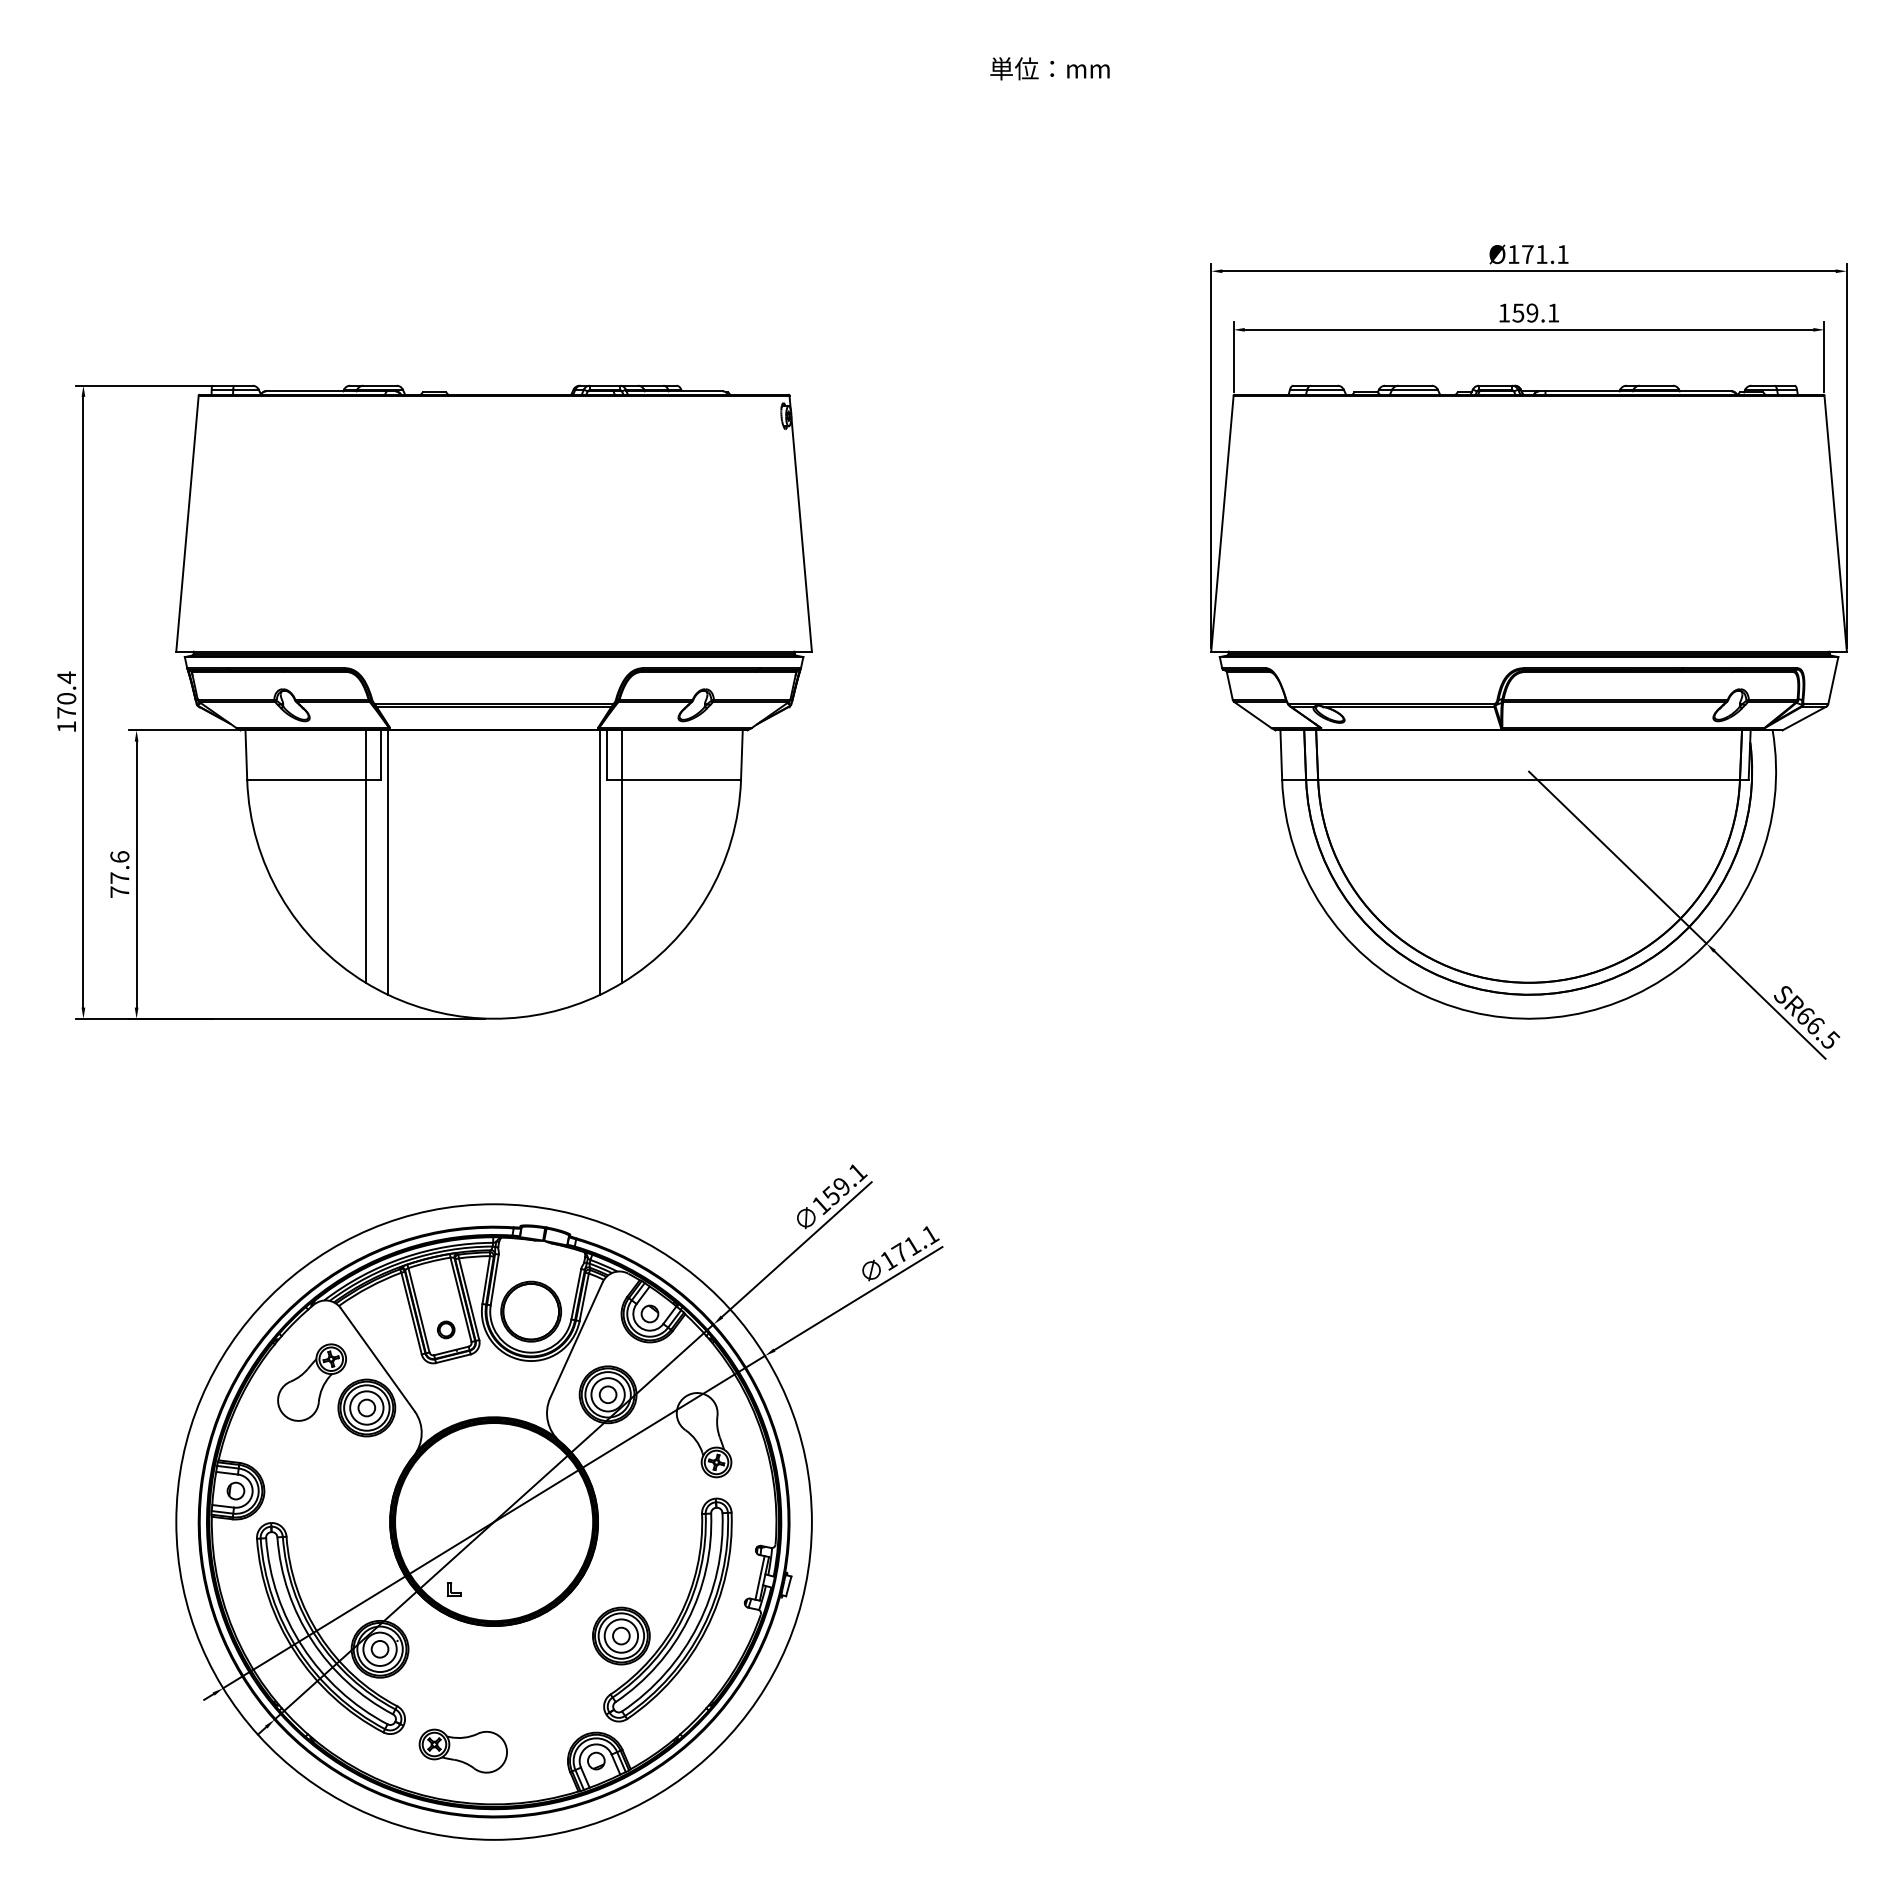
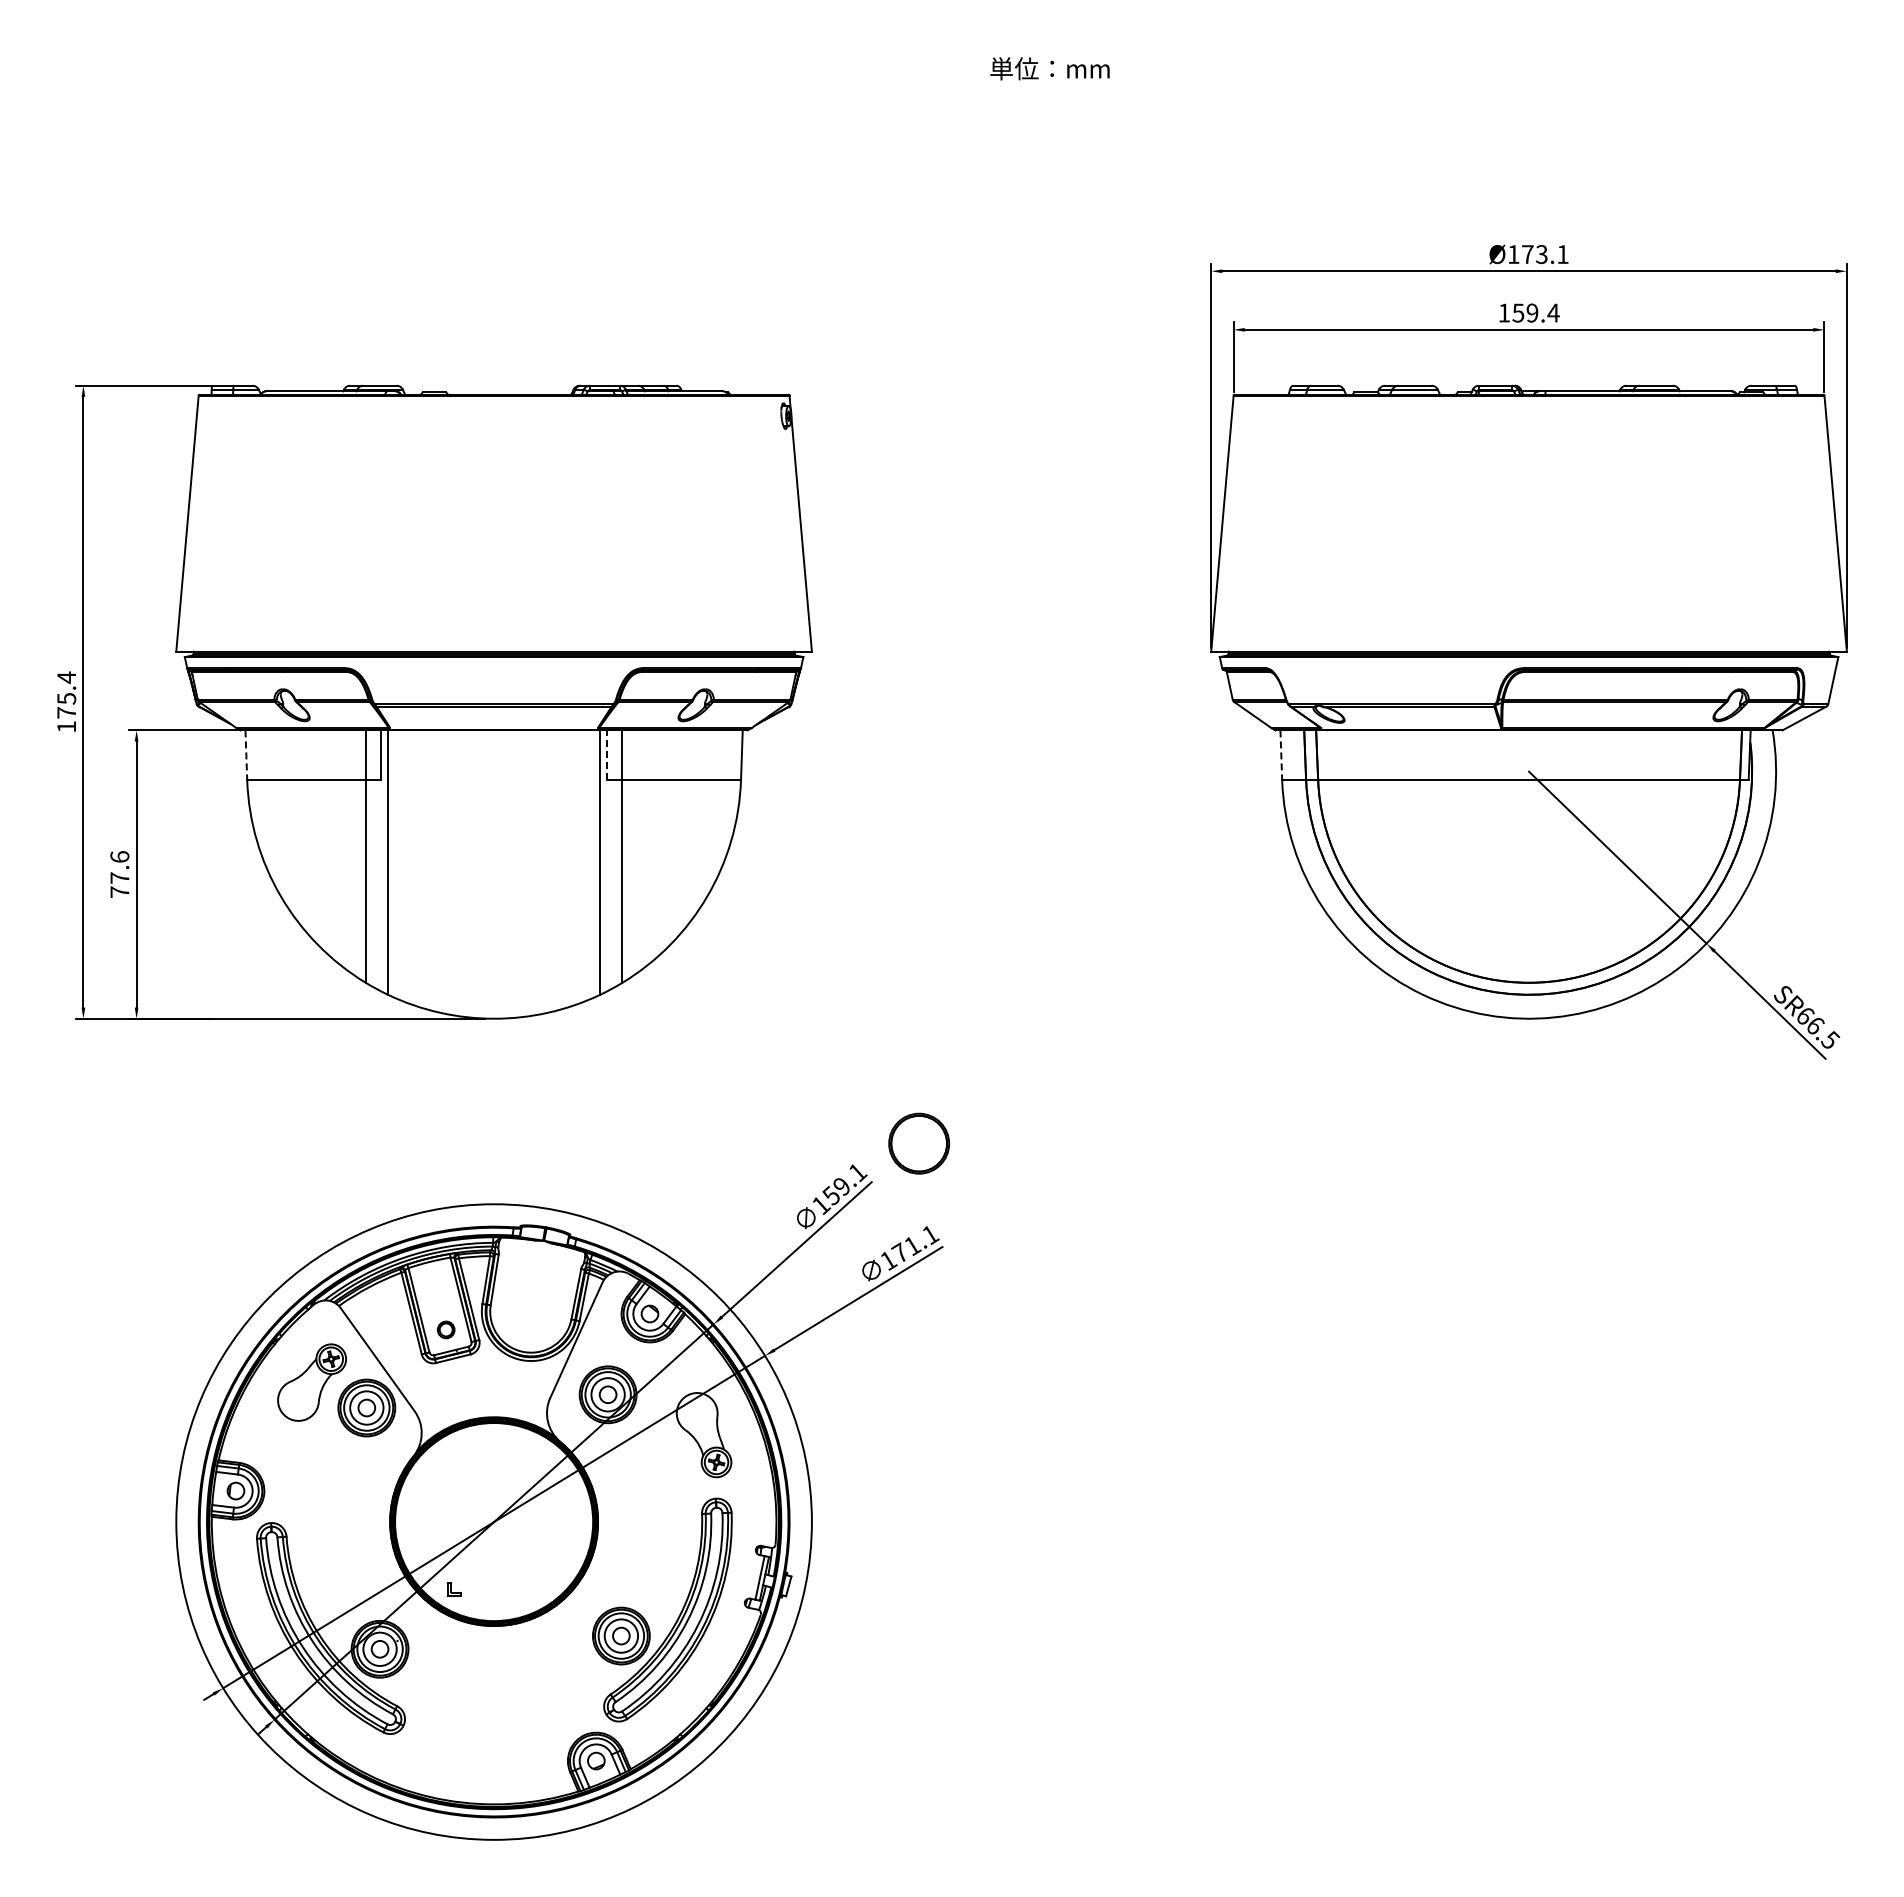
text at (1541, 254): Ø171.1 -> Ø173.1
text at (1553, 312): 159.1 -> 159.4
text at (66, 698): 170.4 -> 175.4
line at (246, 755): solid -> dashed
line at (606, 755): solid -> dashed
line at (1281, 755): solid -> dashed
part at (531, 1311) position: (531, 1311) -> (919, 1143)
part at (462, 1750): present -> none
